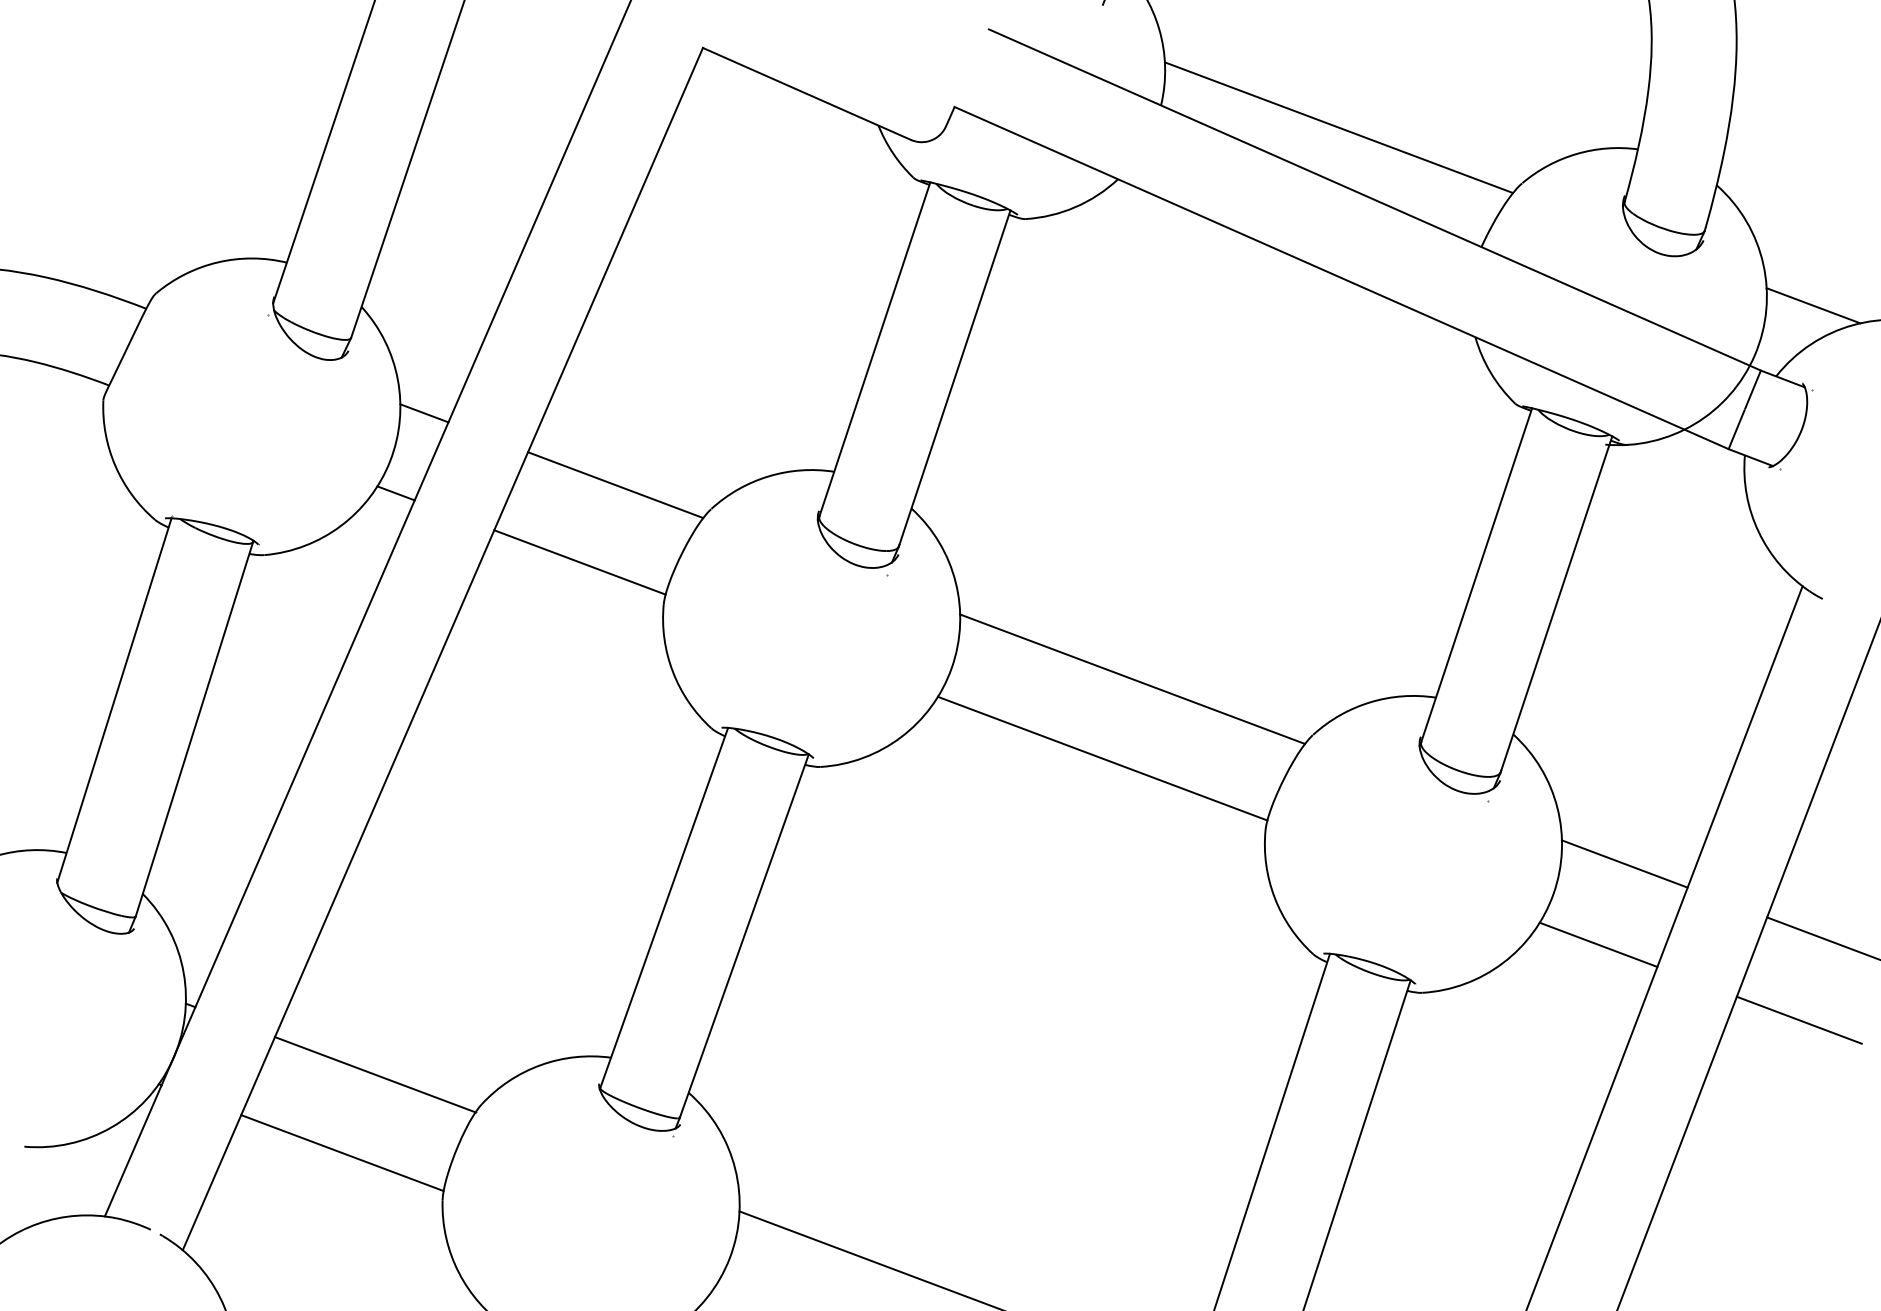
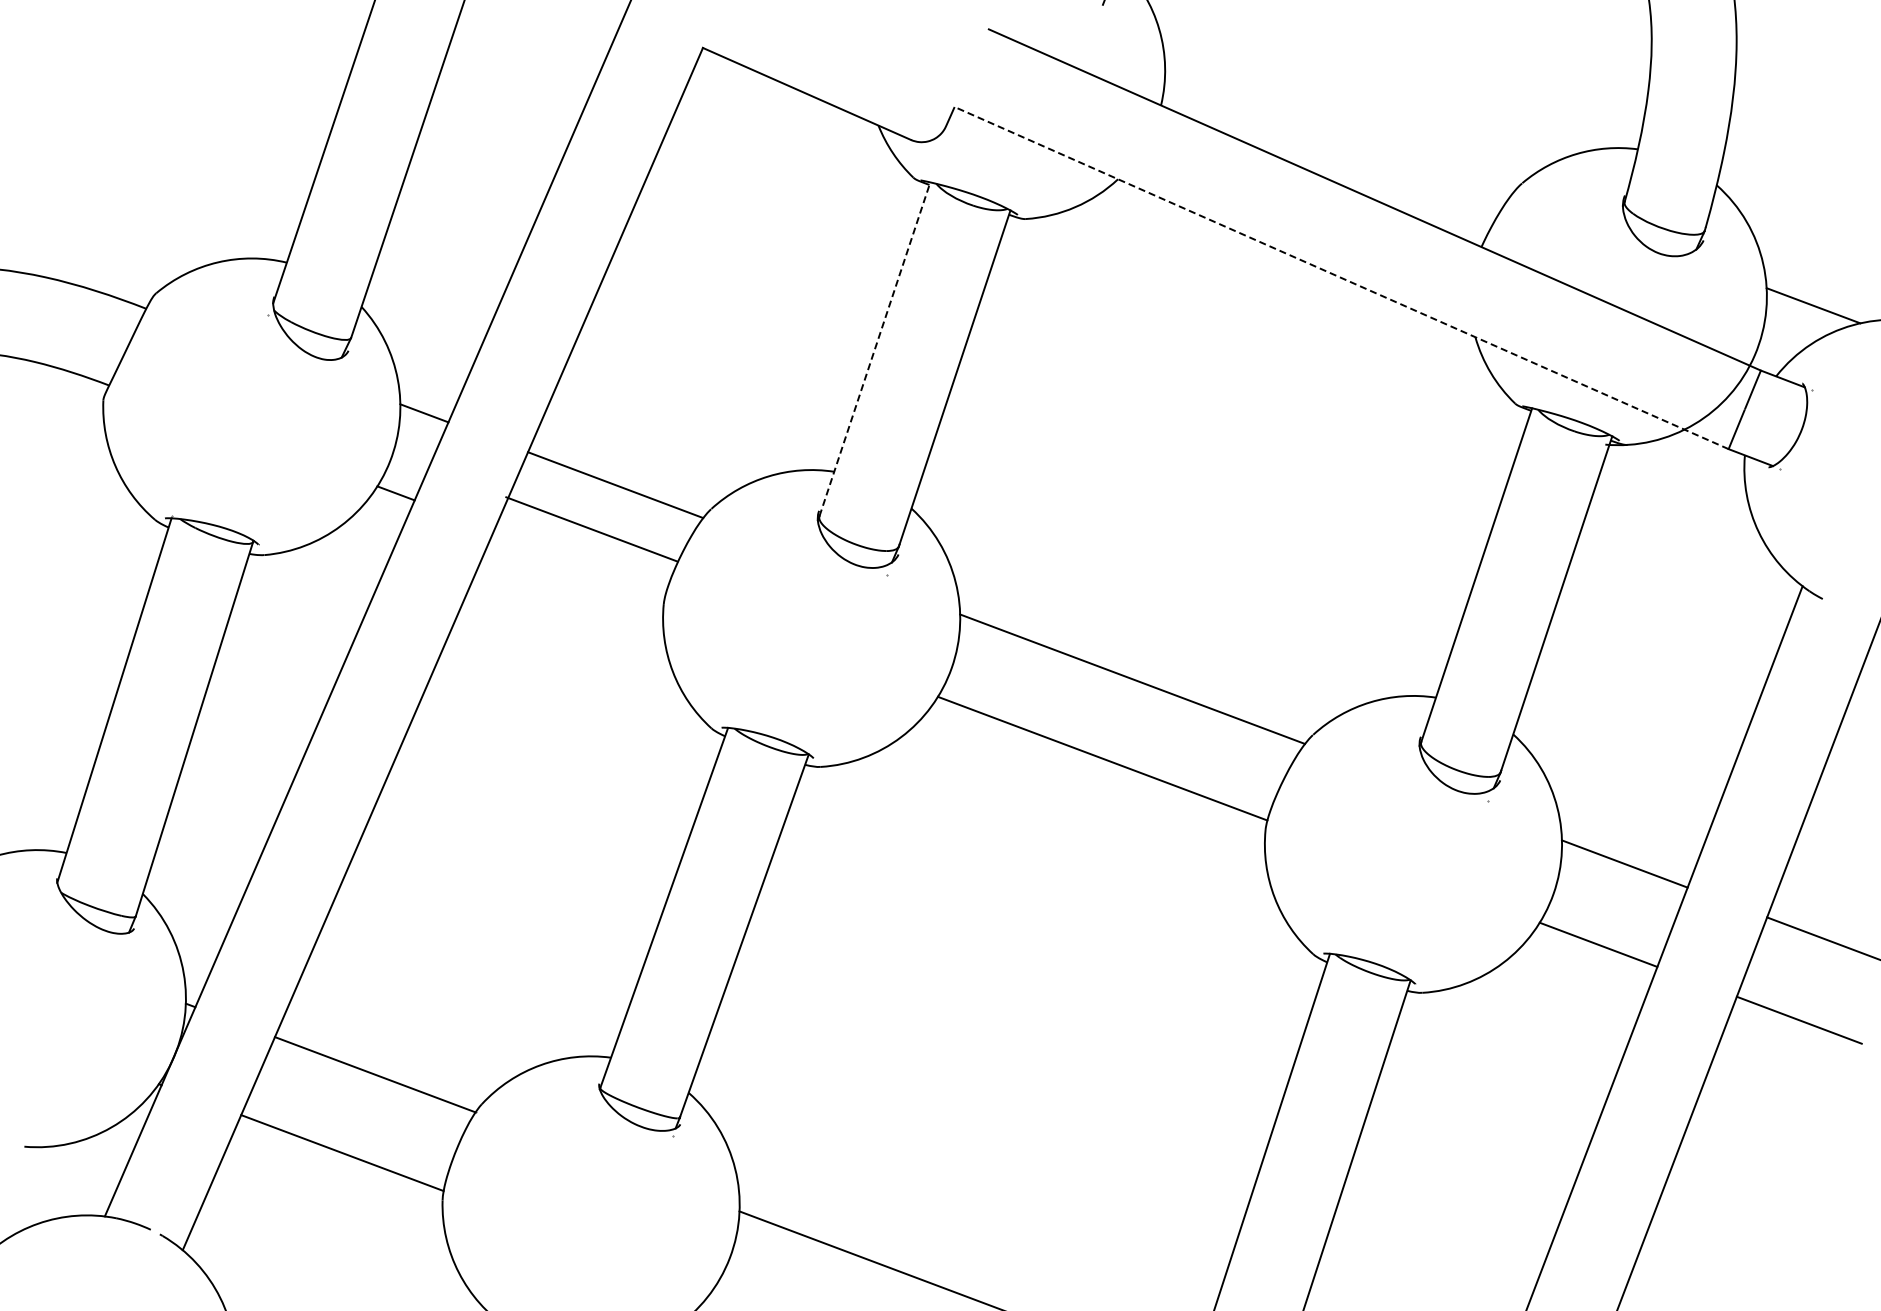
line at (1338, 127): present -> none
line at (1341, 277): solid -> dashed
line at (874, 349): solid -> dashed
line at (579, 562) position: (579, 562) -> (591, 529)
